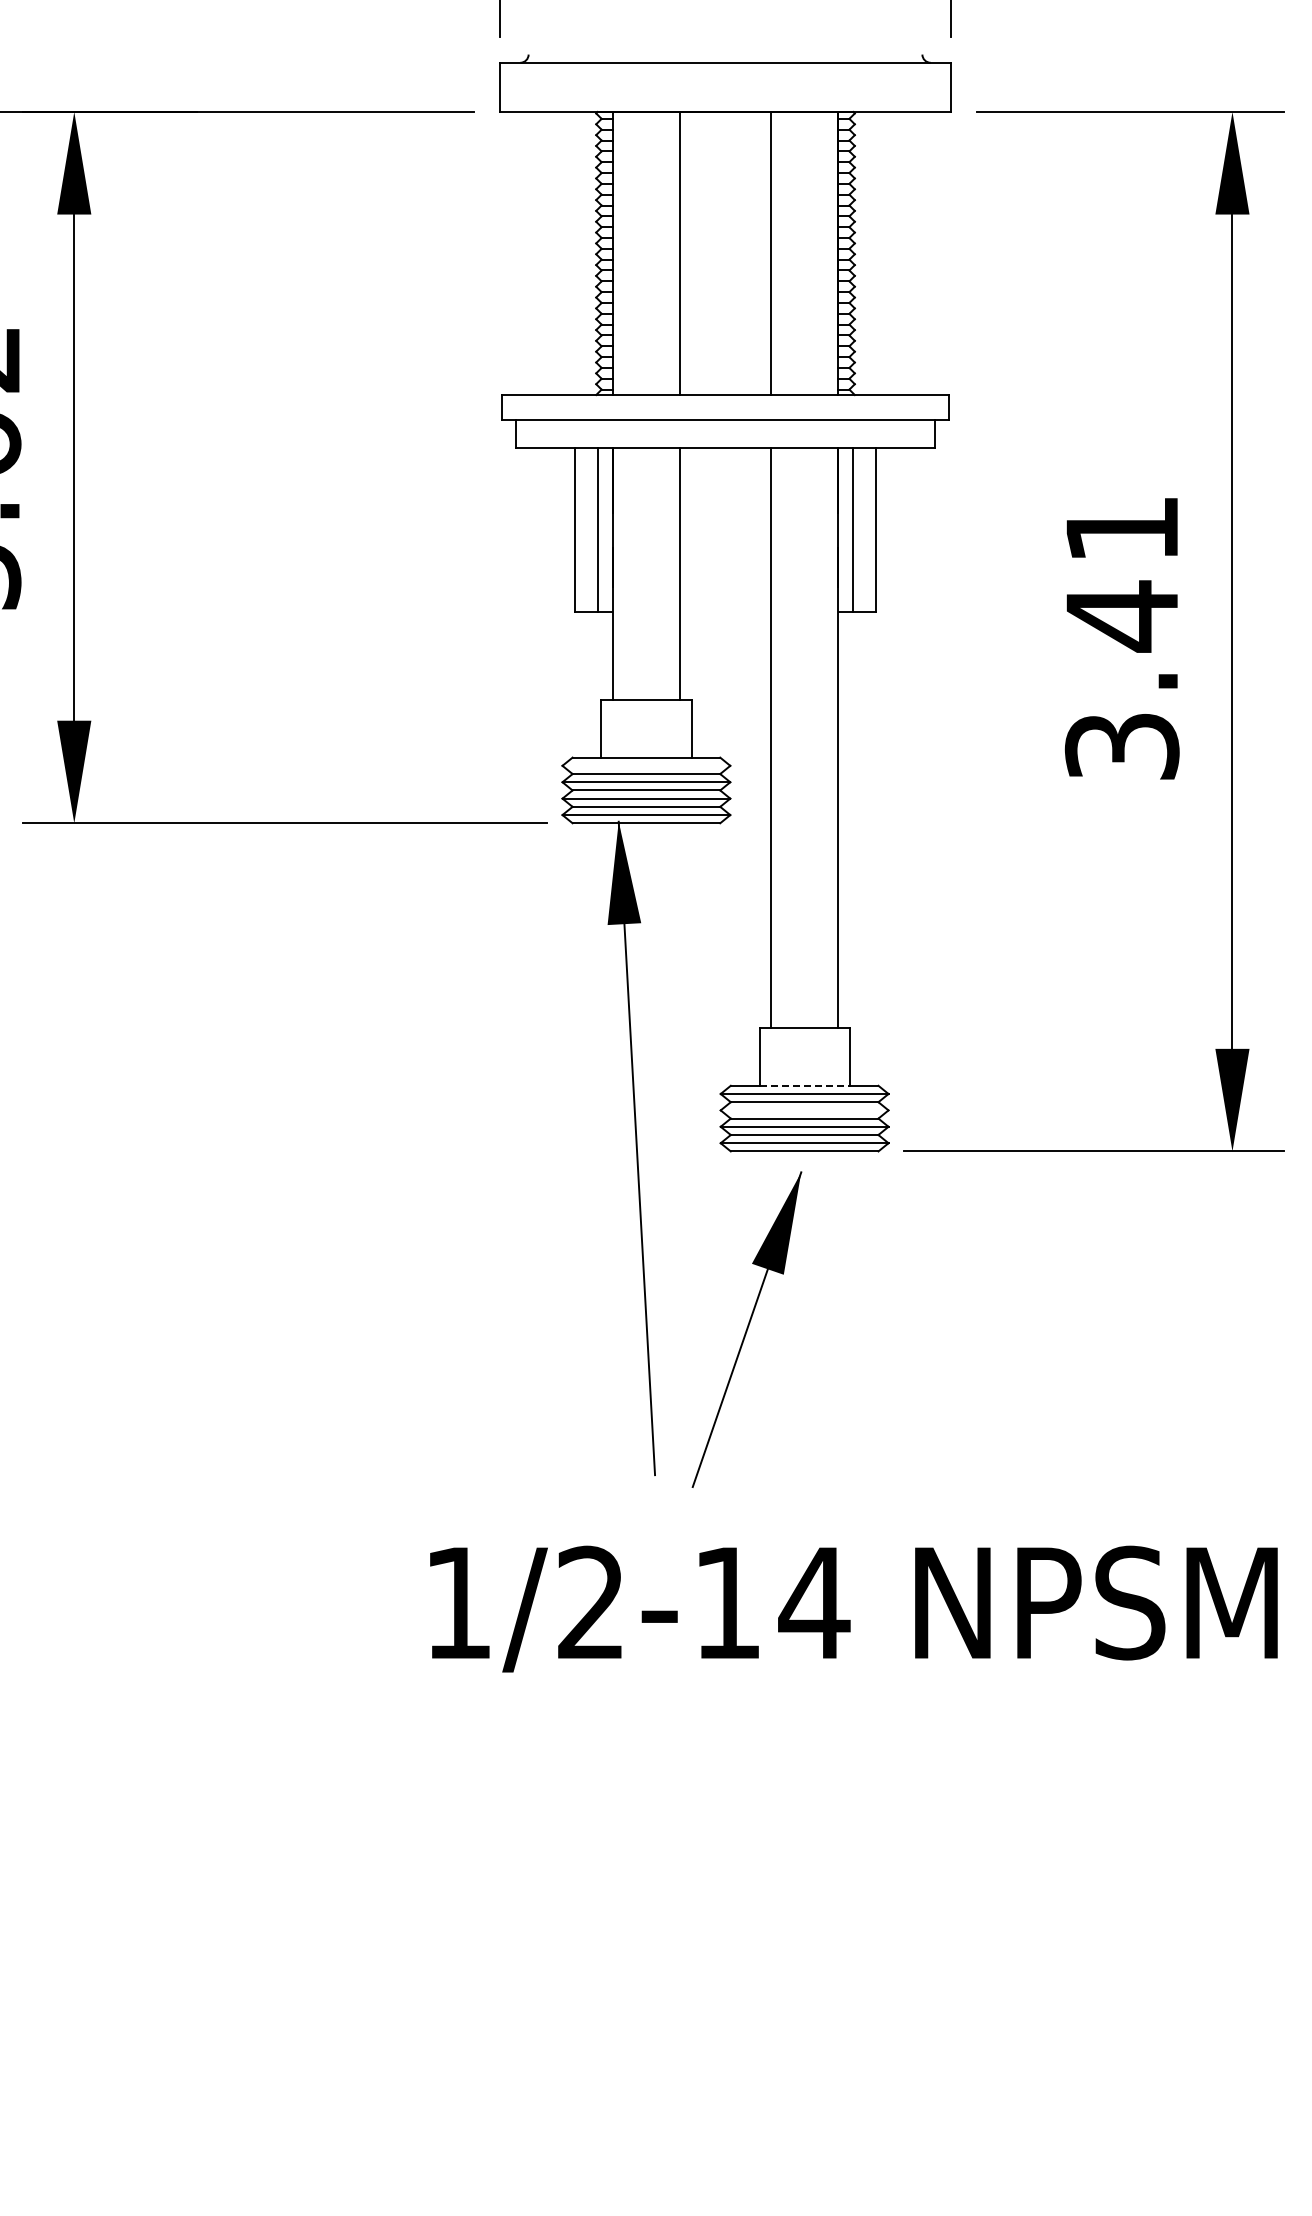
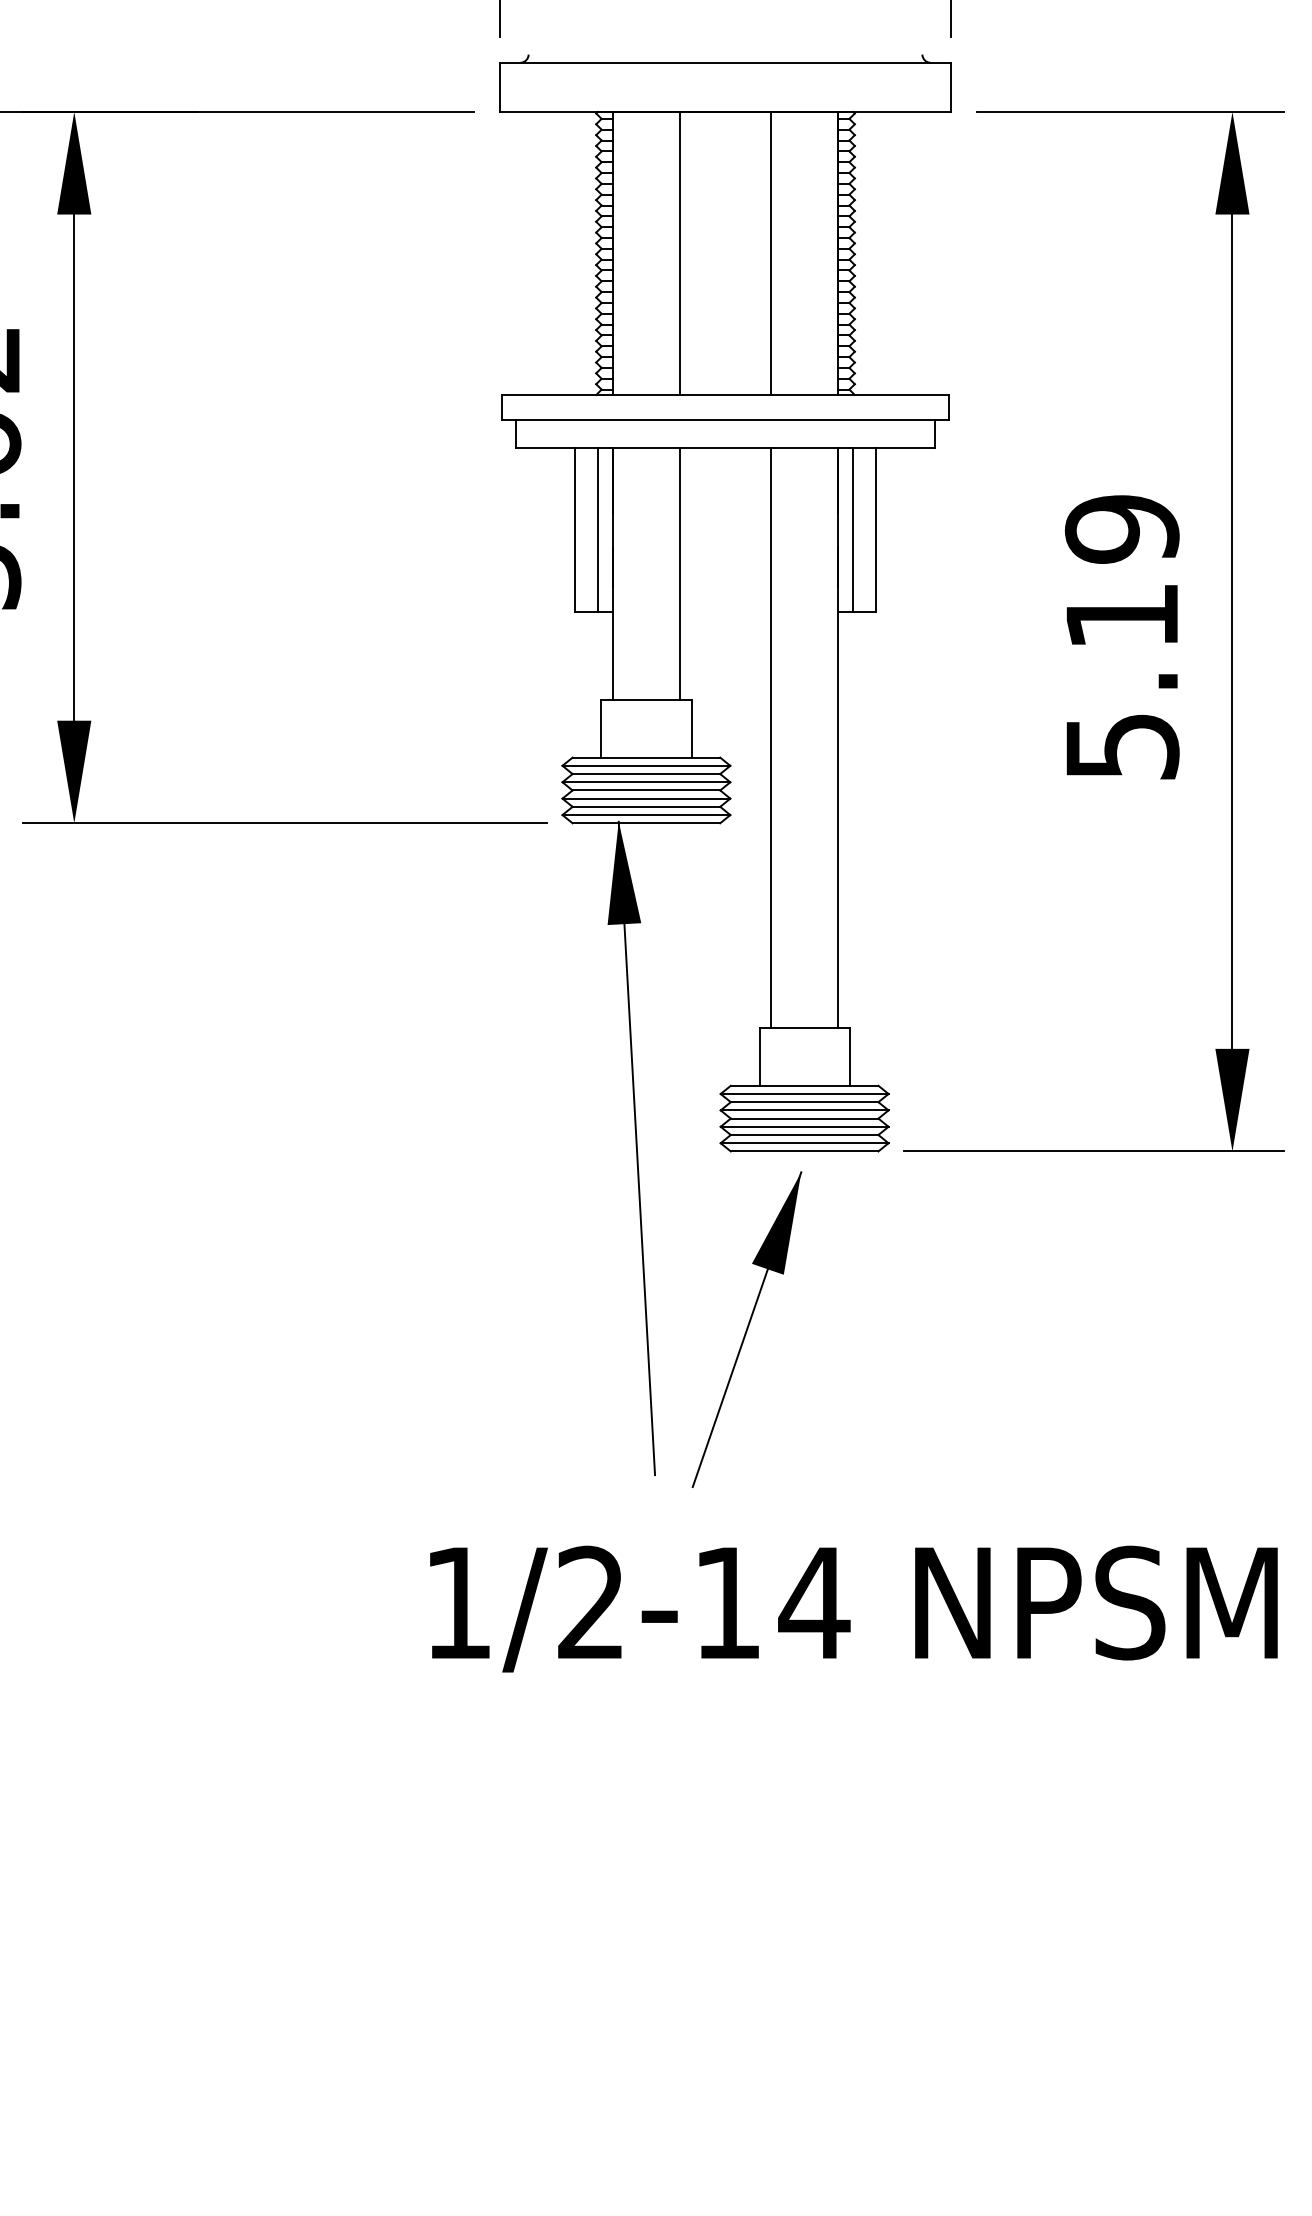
text at (1121, 637): 3.41 -> 5.19
line at (646, 765): none -> present
line at (805, 1085): dashed -> solid
line at (804, 1110): none -> present
